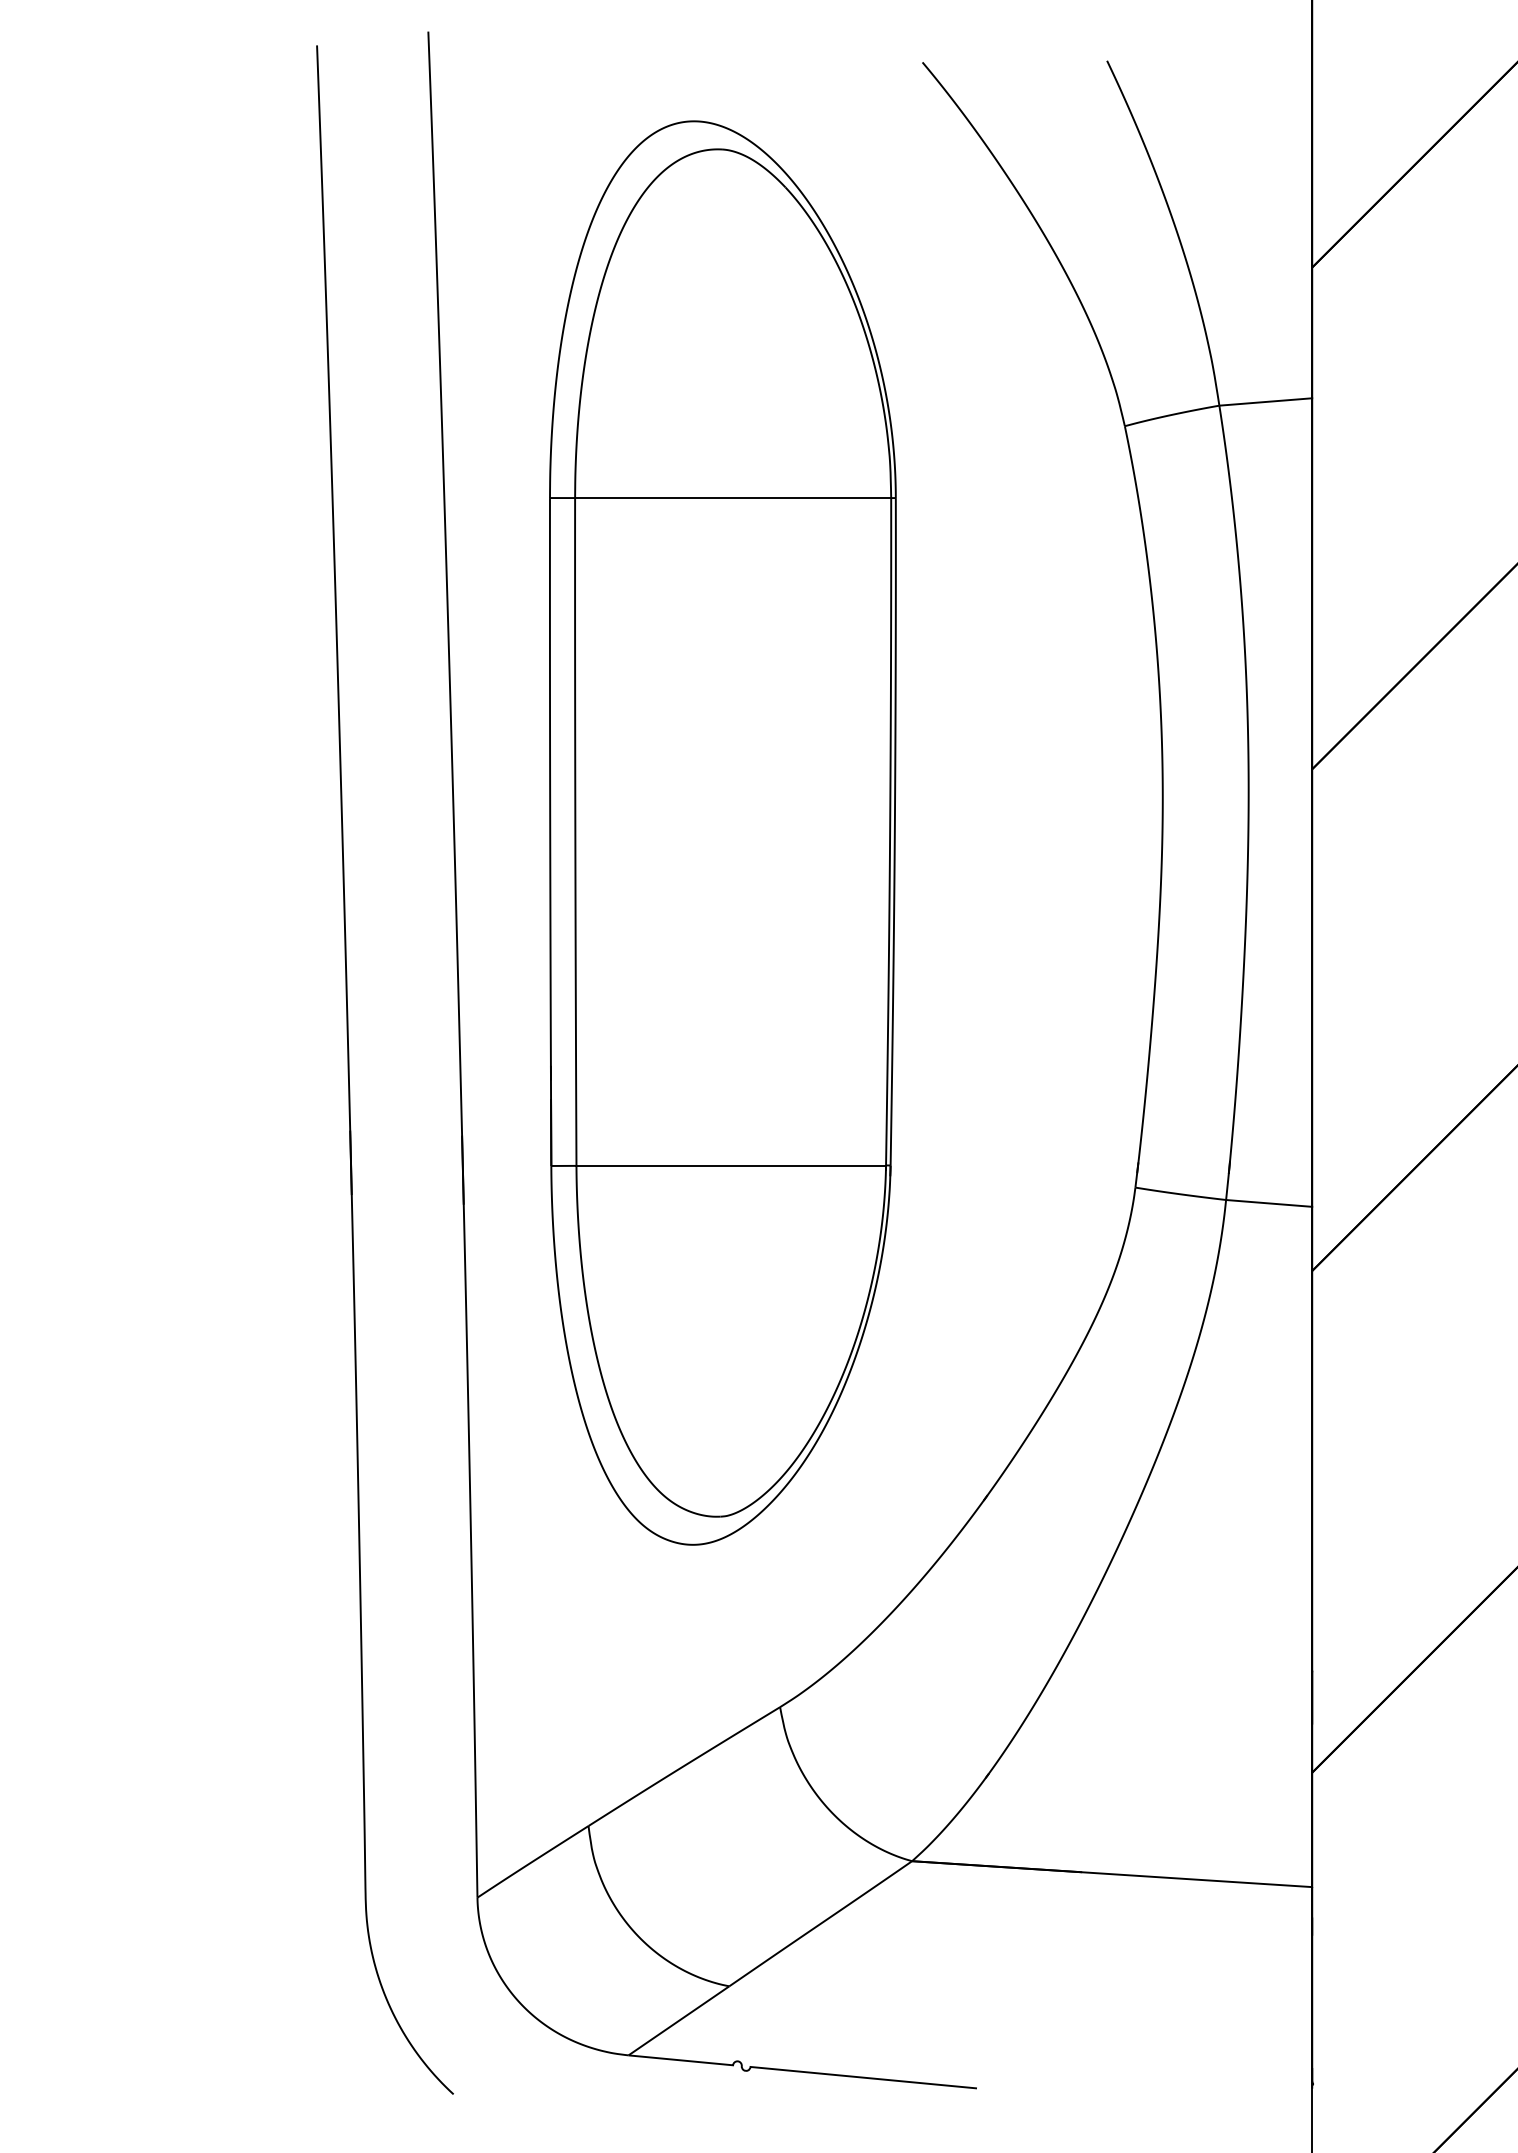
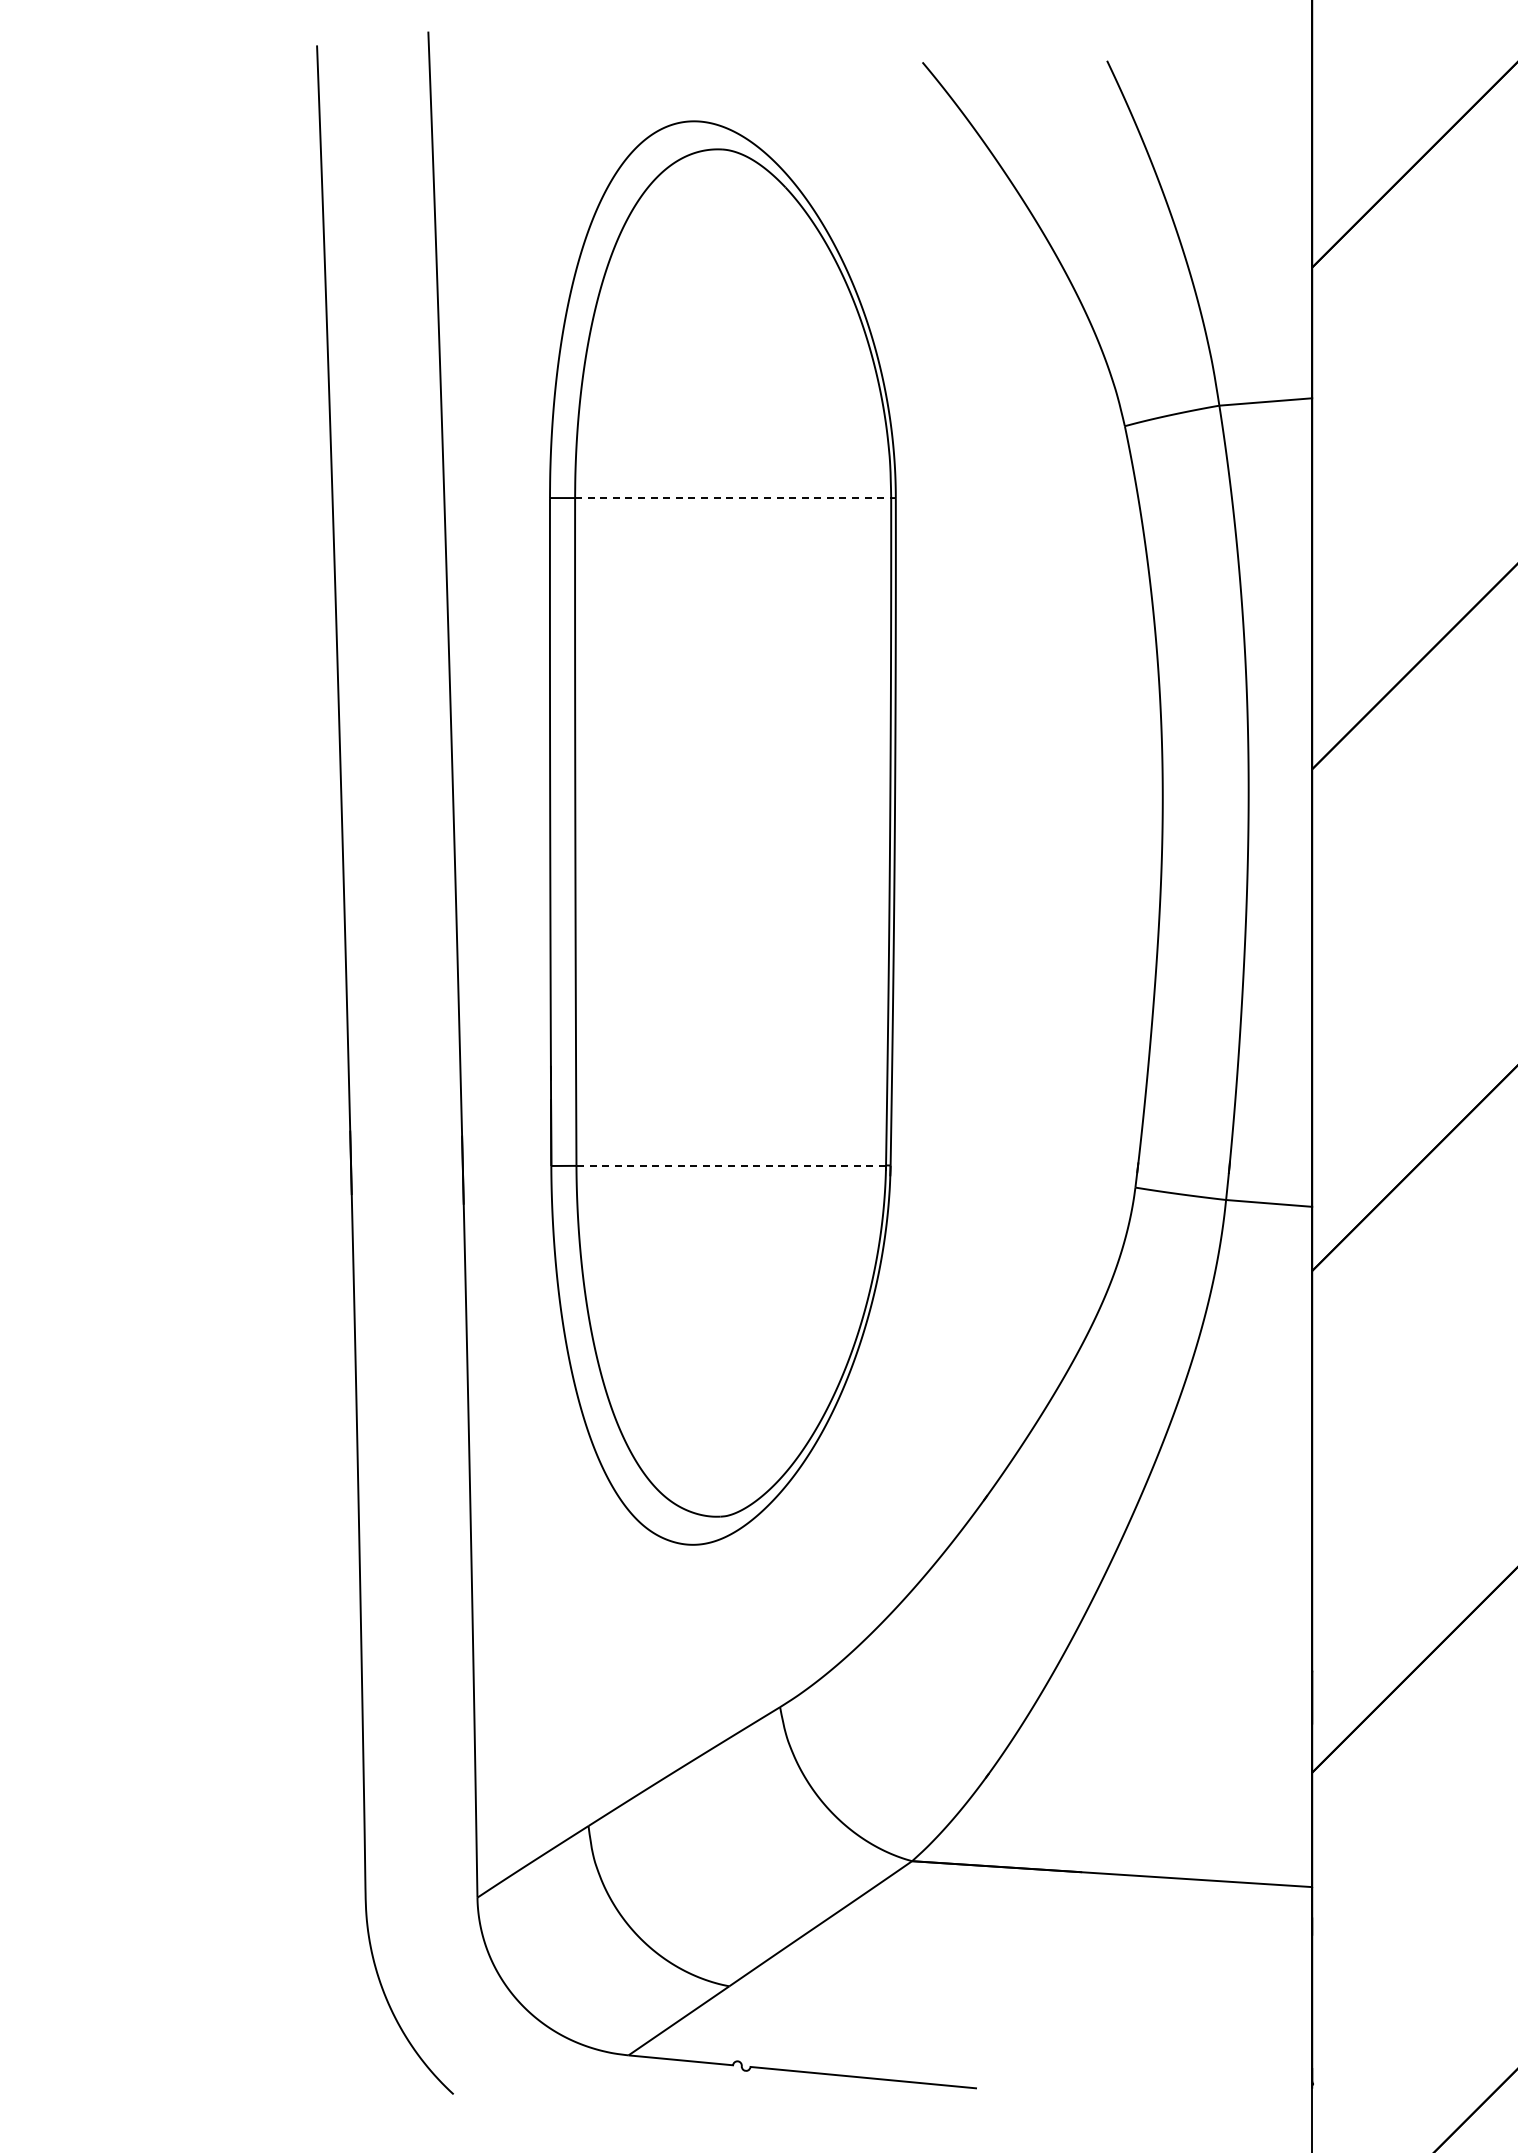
line at (733, 498): solid -> dashed
line at (731, 1165): solid -> dashed
